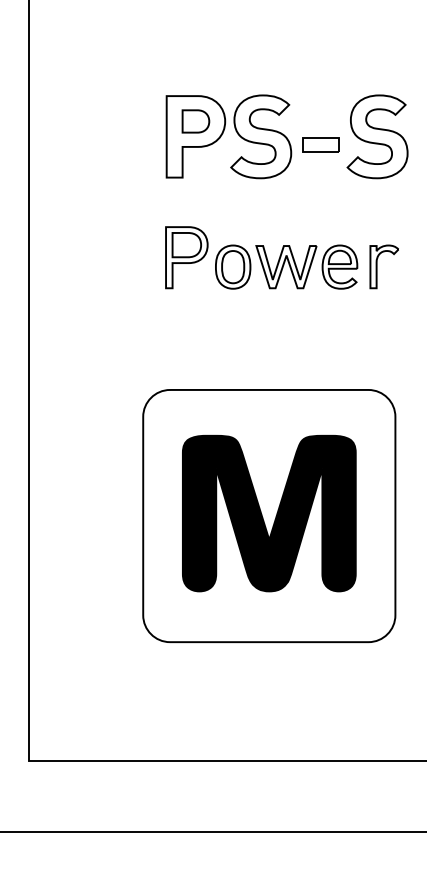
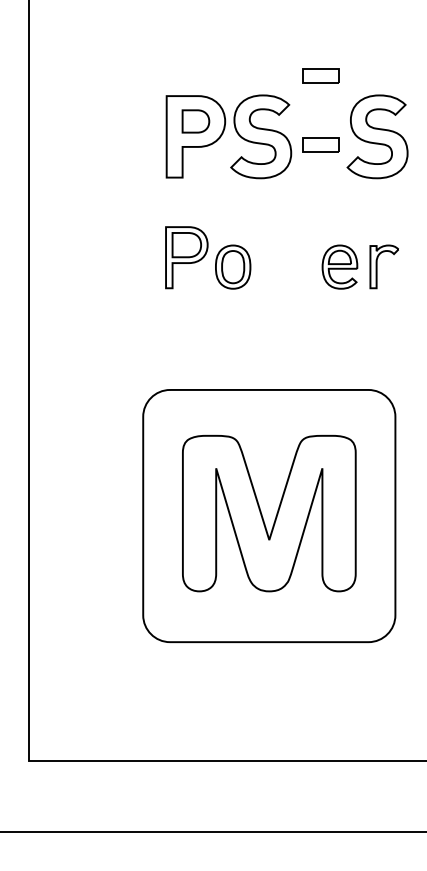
part at (320, 75): none -> present
part at (286, 267): present -> none
fill at (268, 513): present -> none
